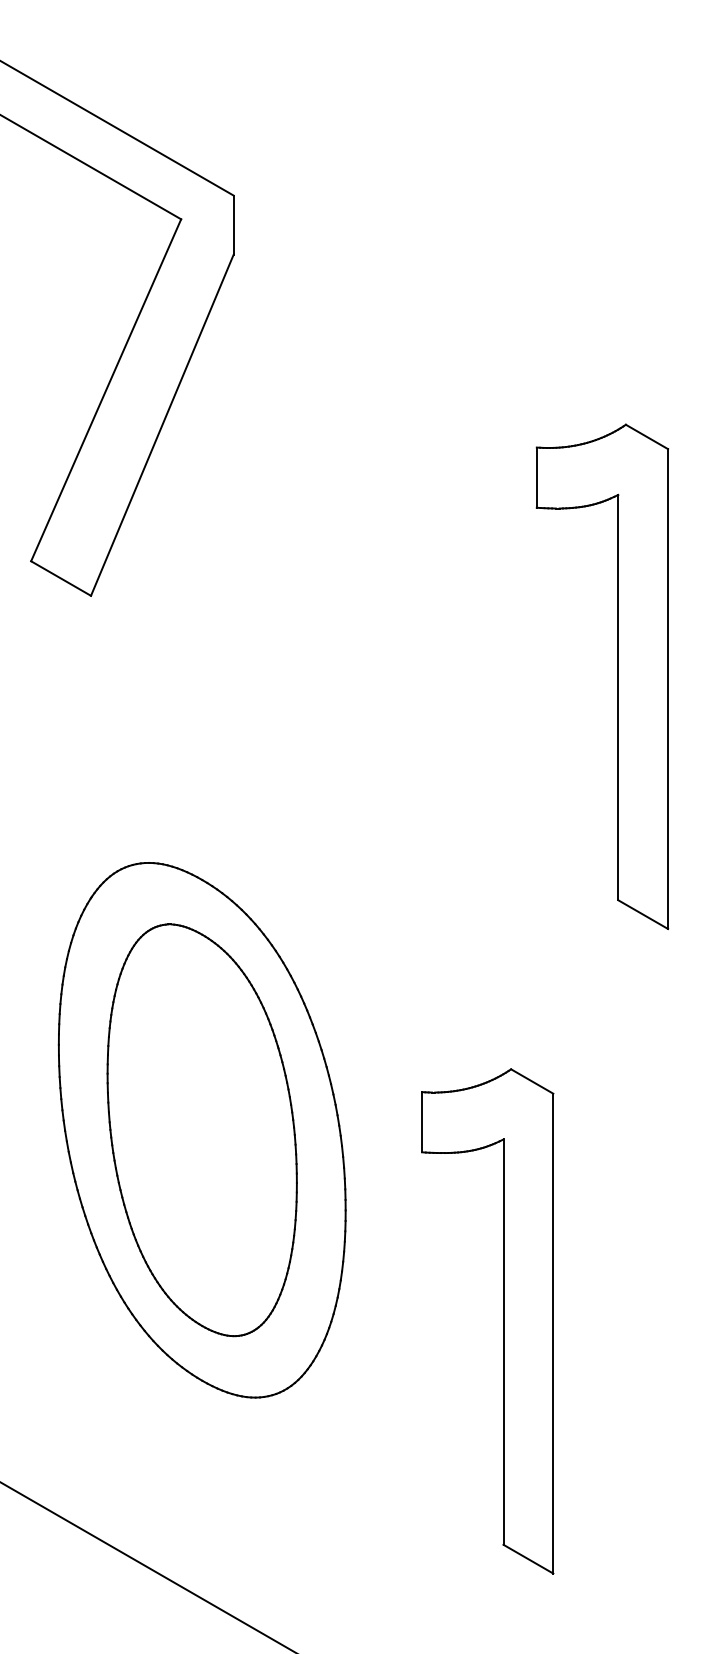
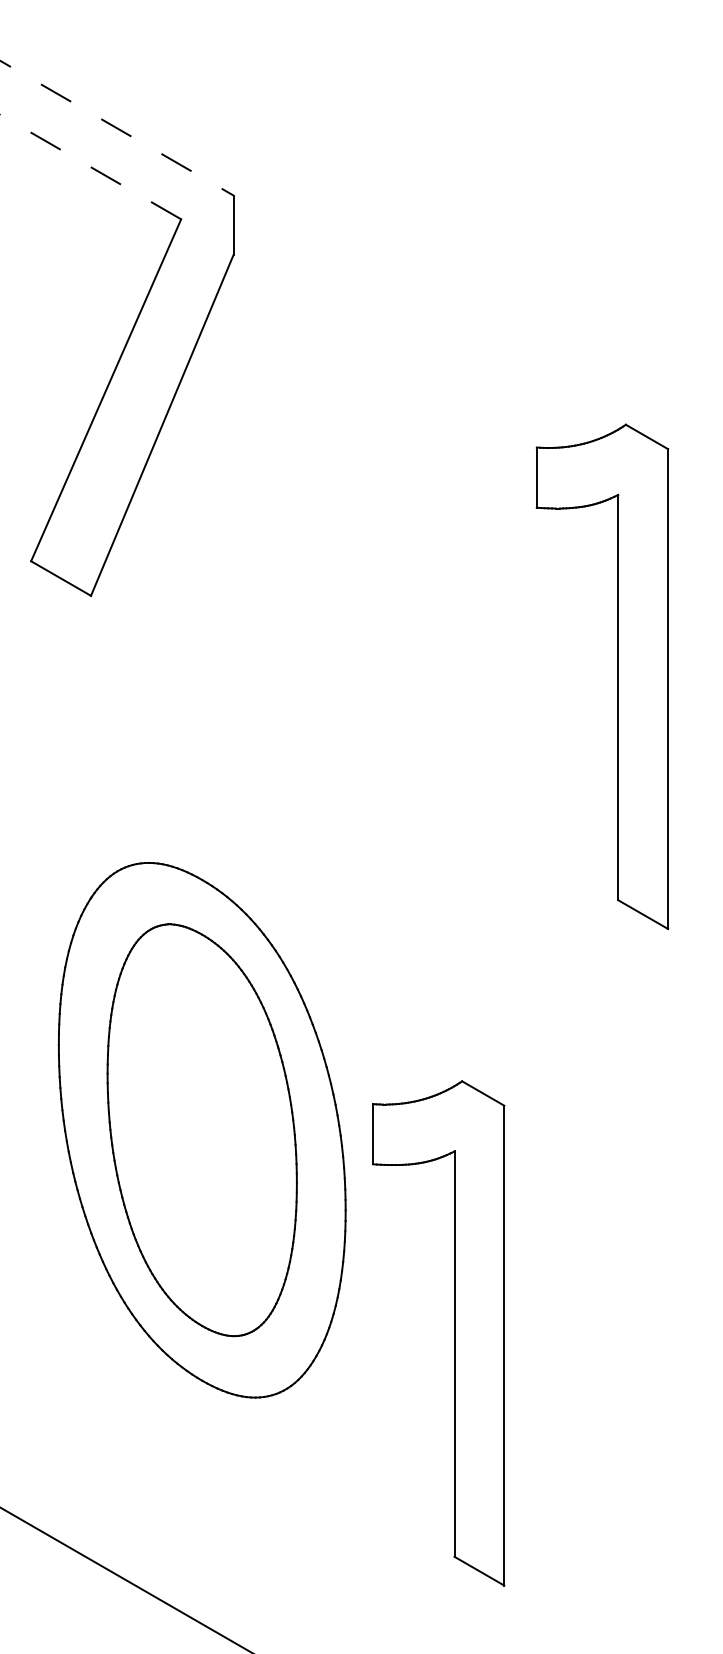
line at (117, 128): solid -> dashed
line at (90, 166): solid -> dashed
part at (503, 1321) position: (503, 1321) -> (454, 1333)
line at (147, 1566) position: (147, 1566) -> (125, 1579)
